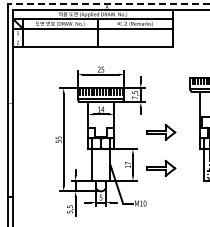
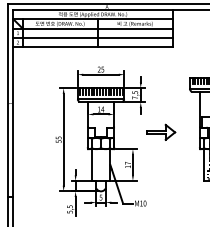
line at (108, 4): dashed -> solid
line at (92, 37): none -> present
part at (161, 167): present -> none
